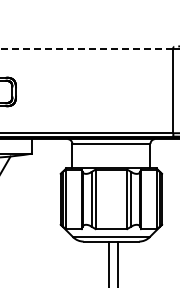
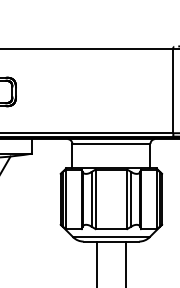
line at (86, 48): dashed -> solid
line at (108, 262) position: (108, 262) -> (96, 262)
line at (118, 262) position: (118, 262) -> (126, 262)
